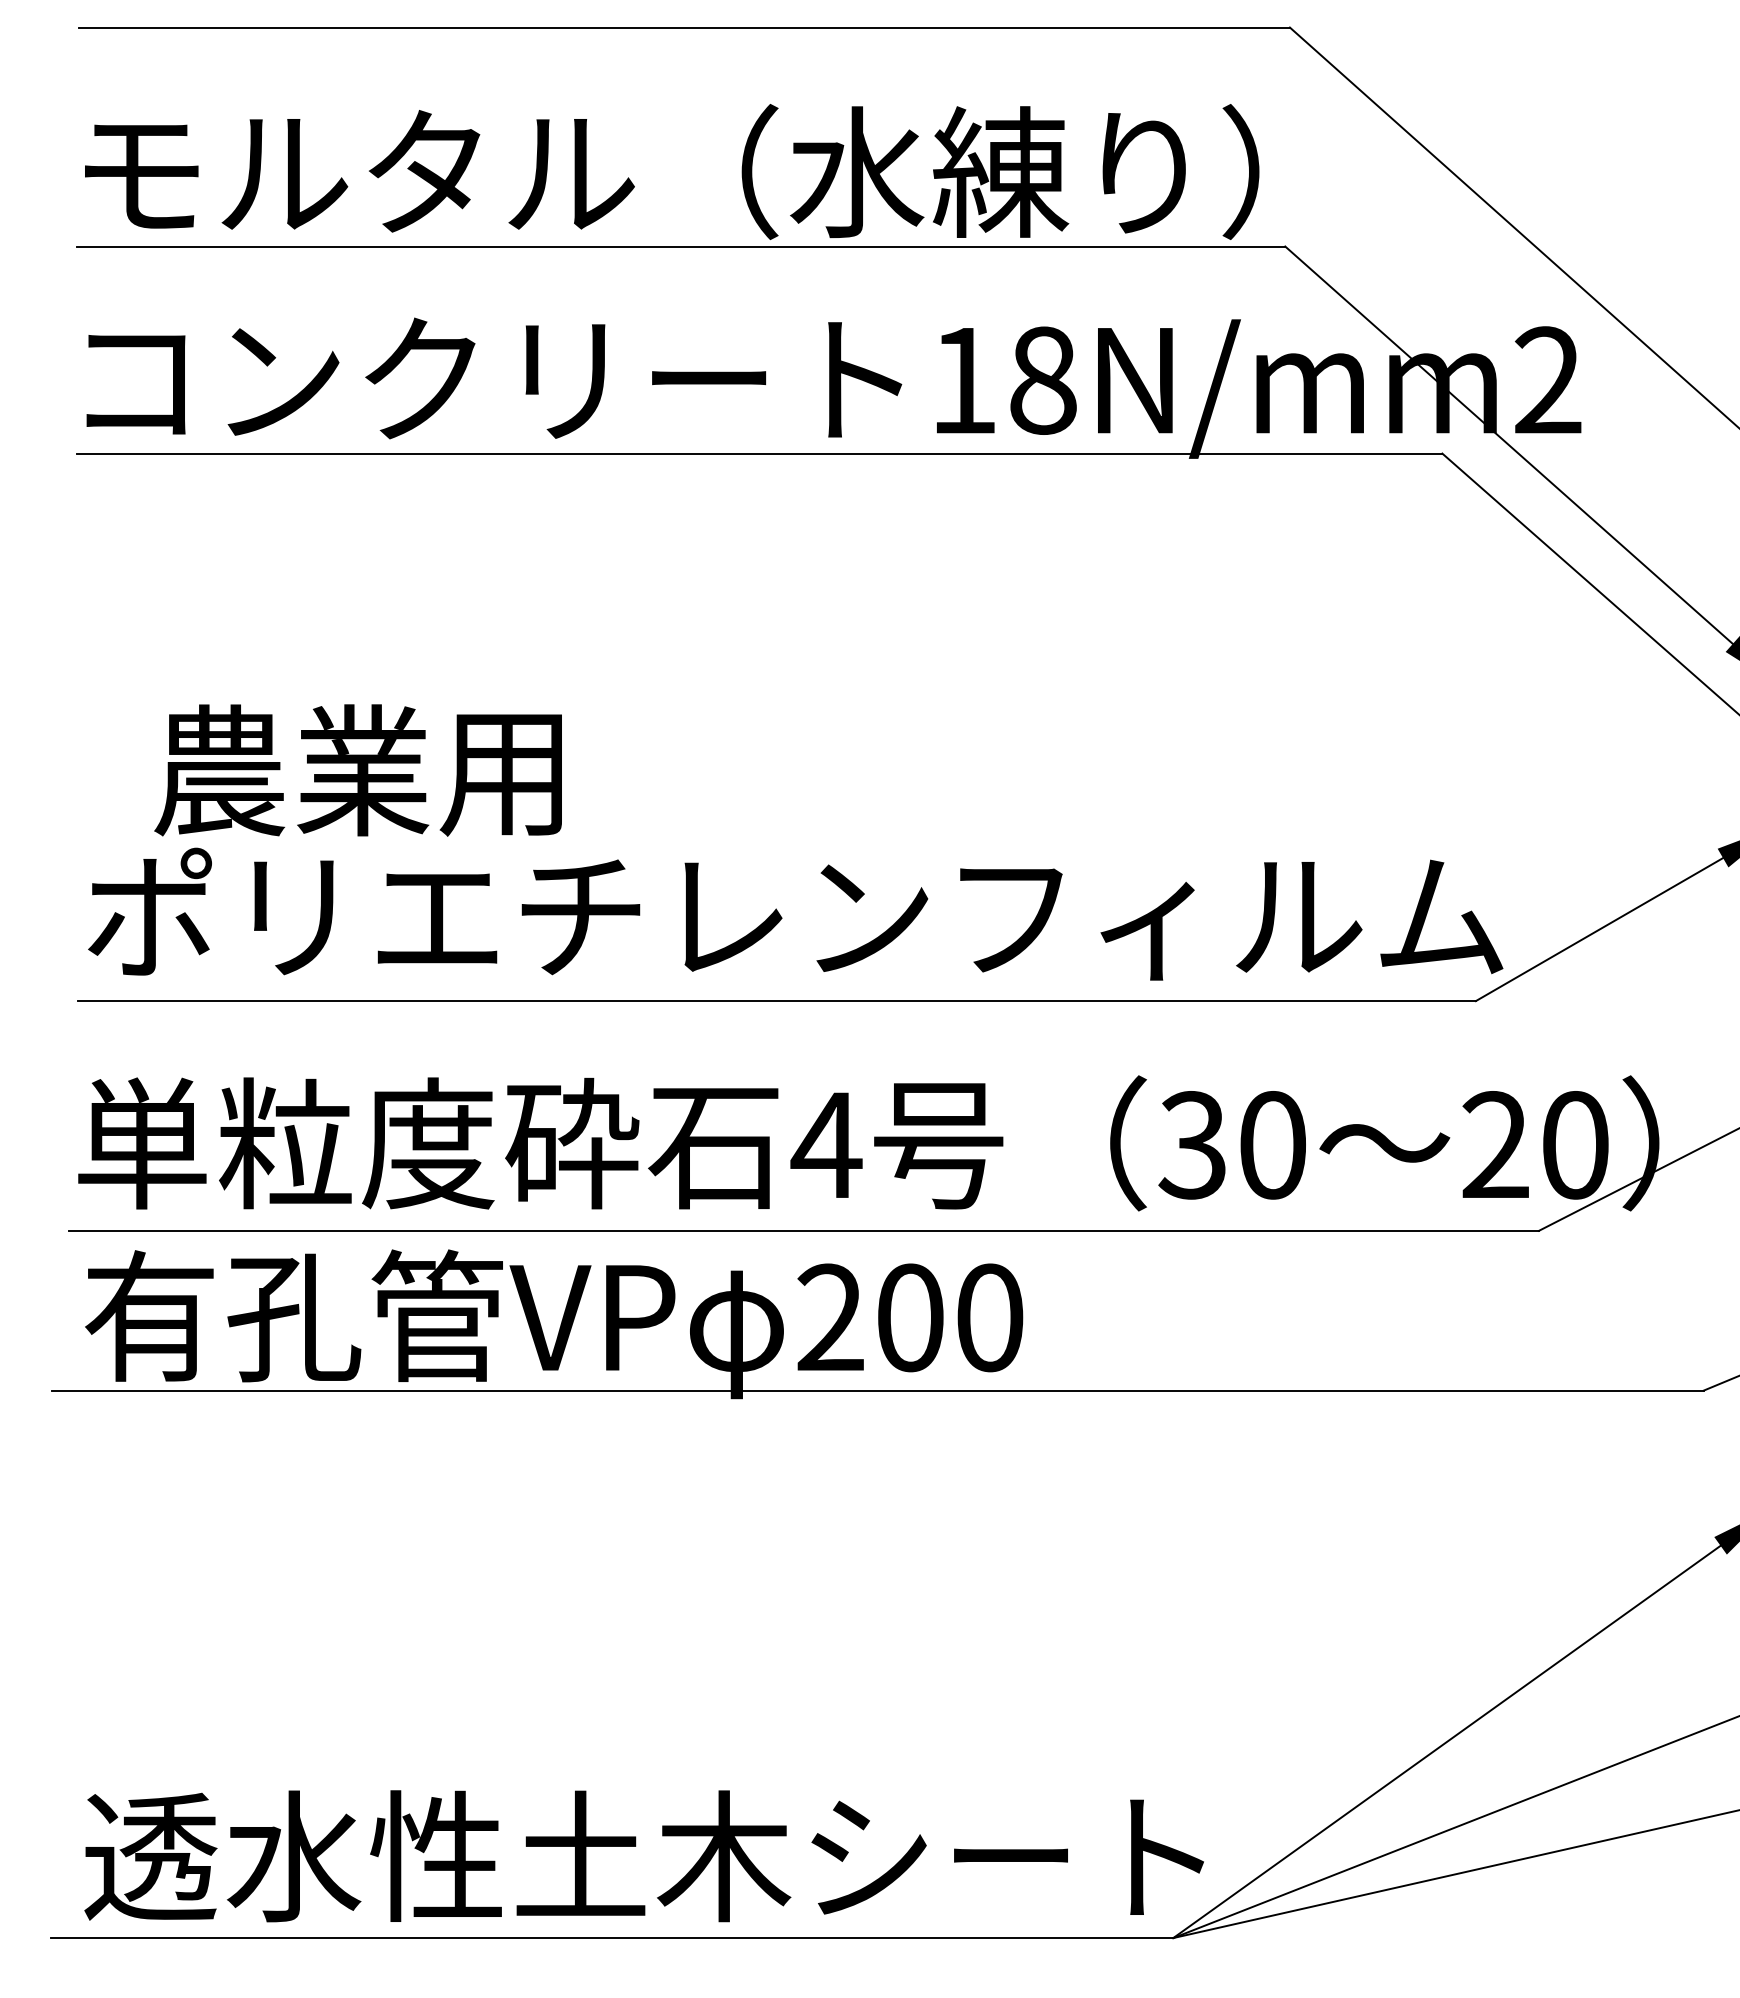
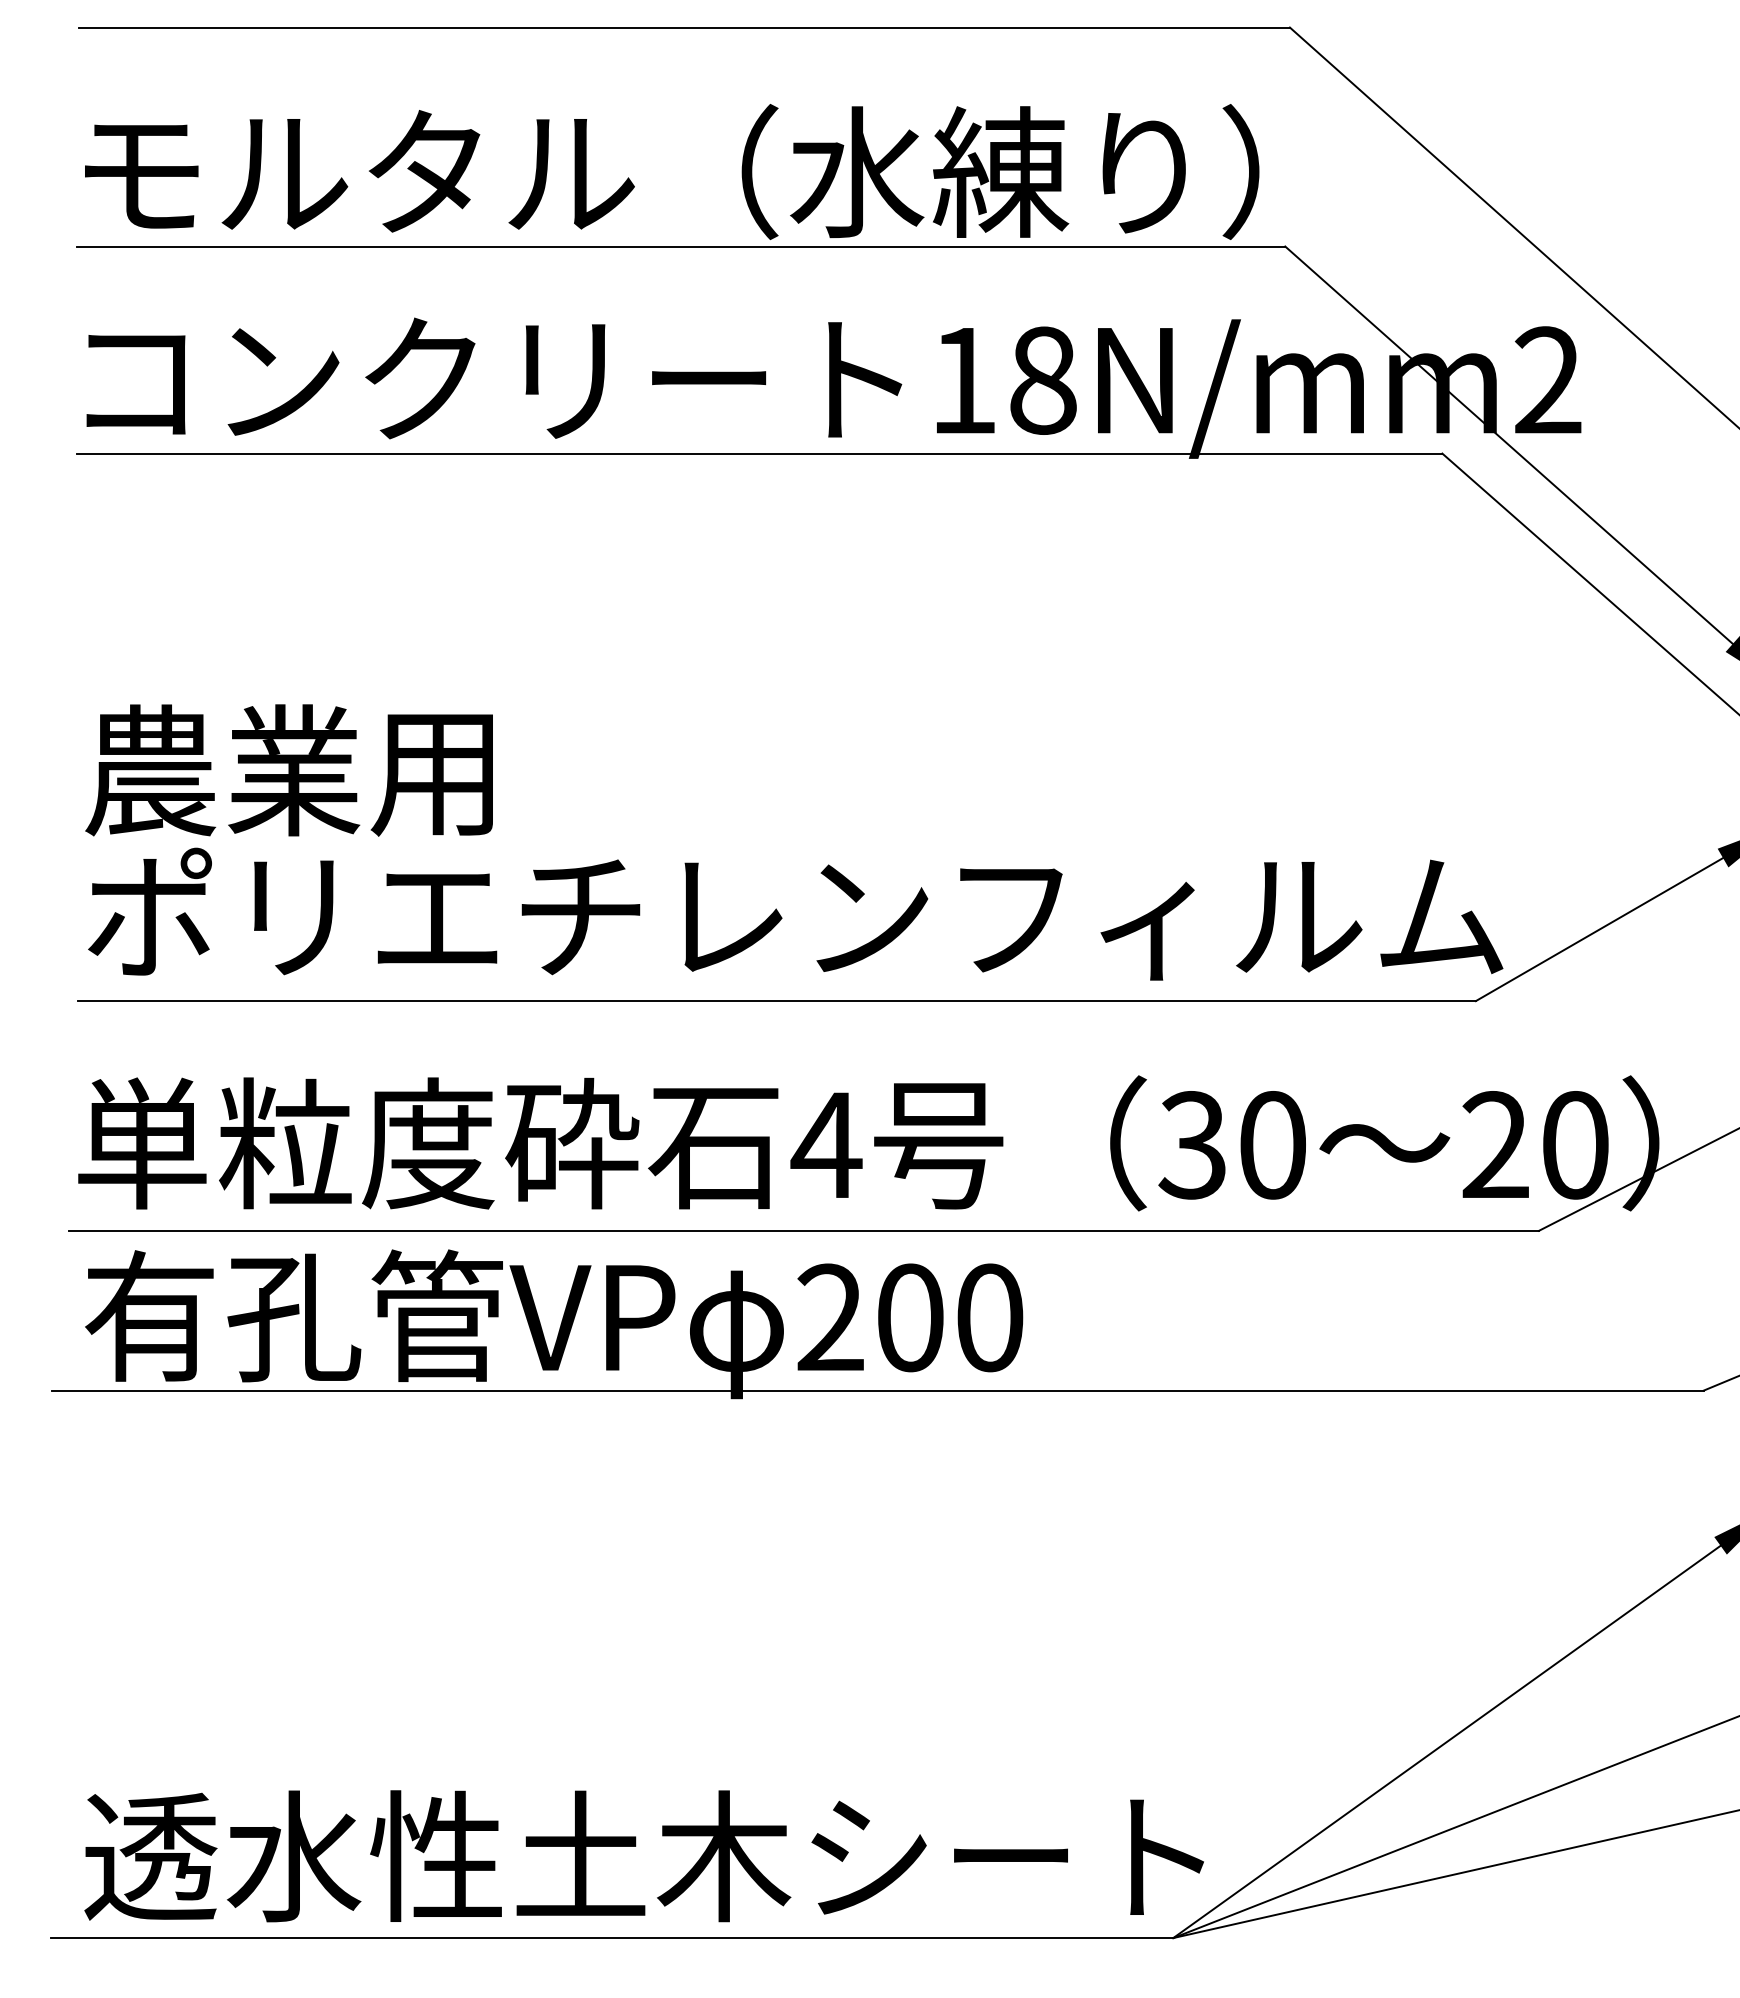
text at (357, 770) position: (357, 770) -> (288, 770)
